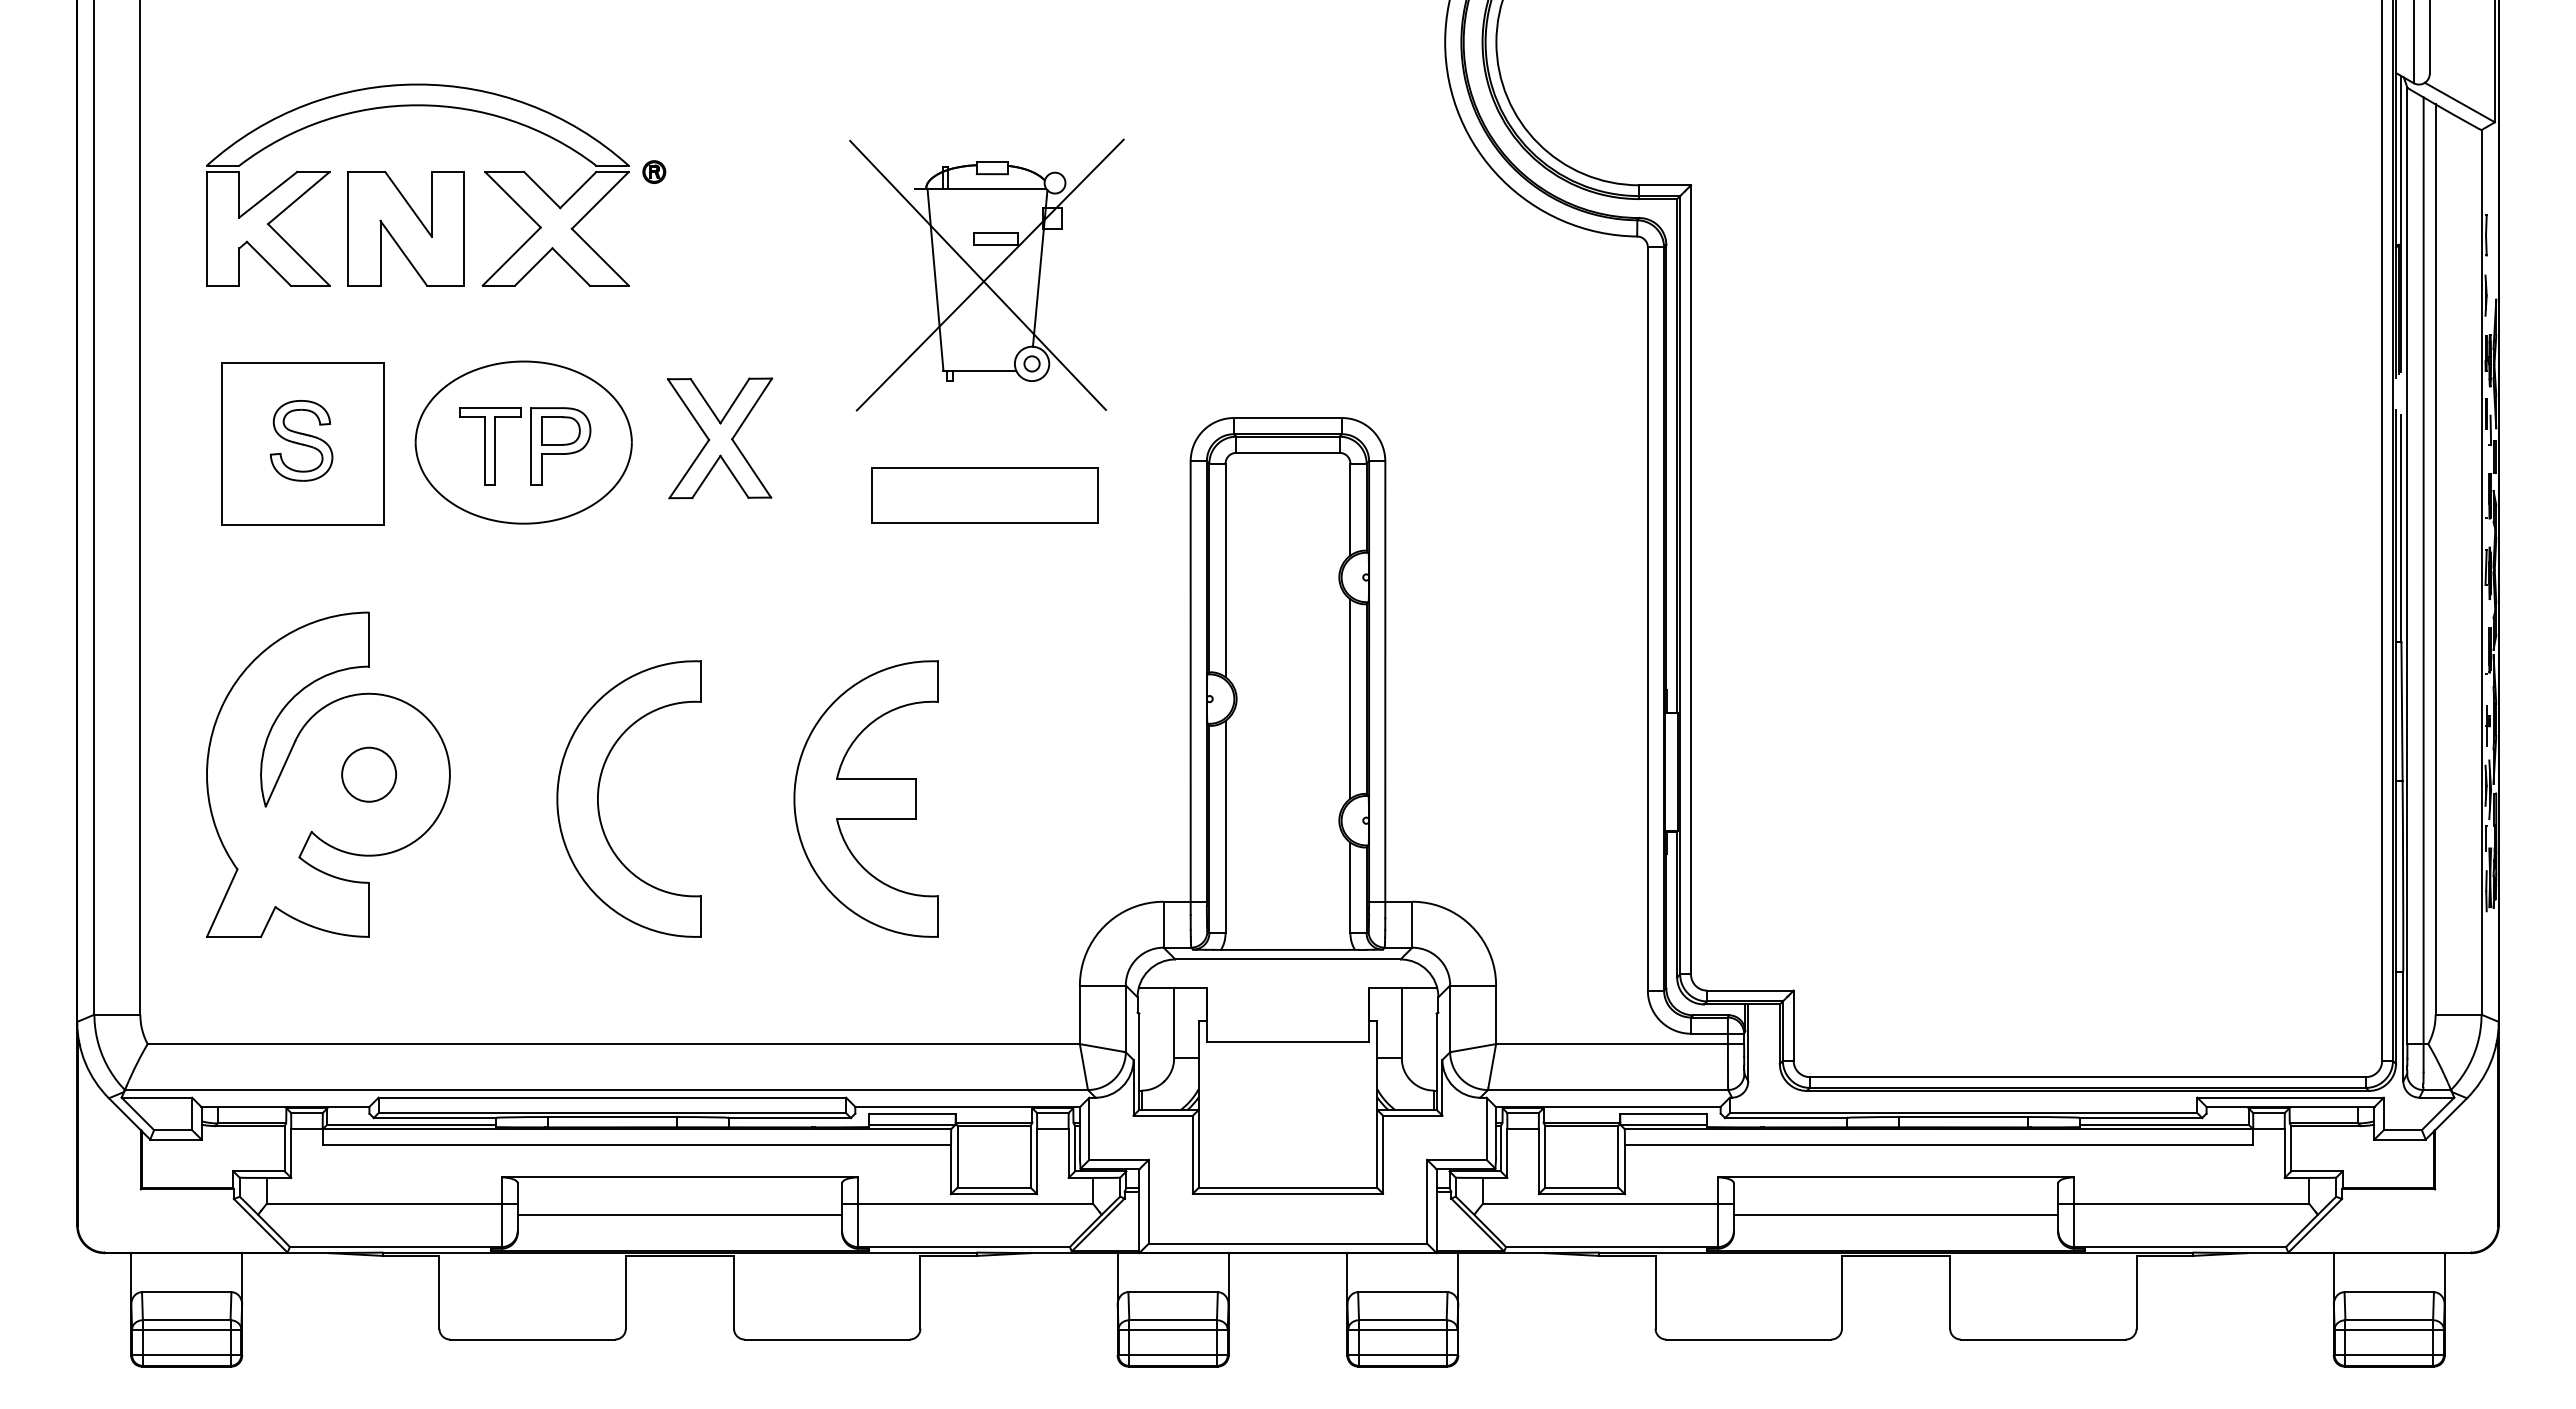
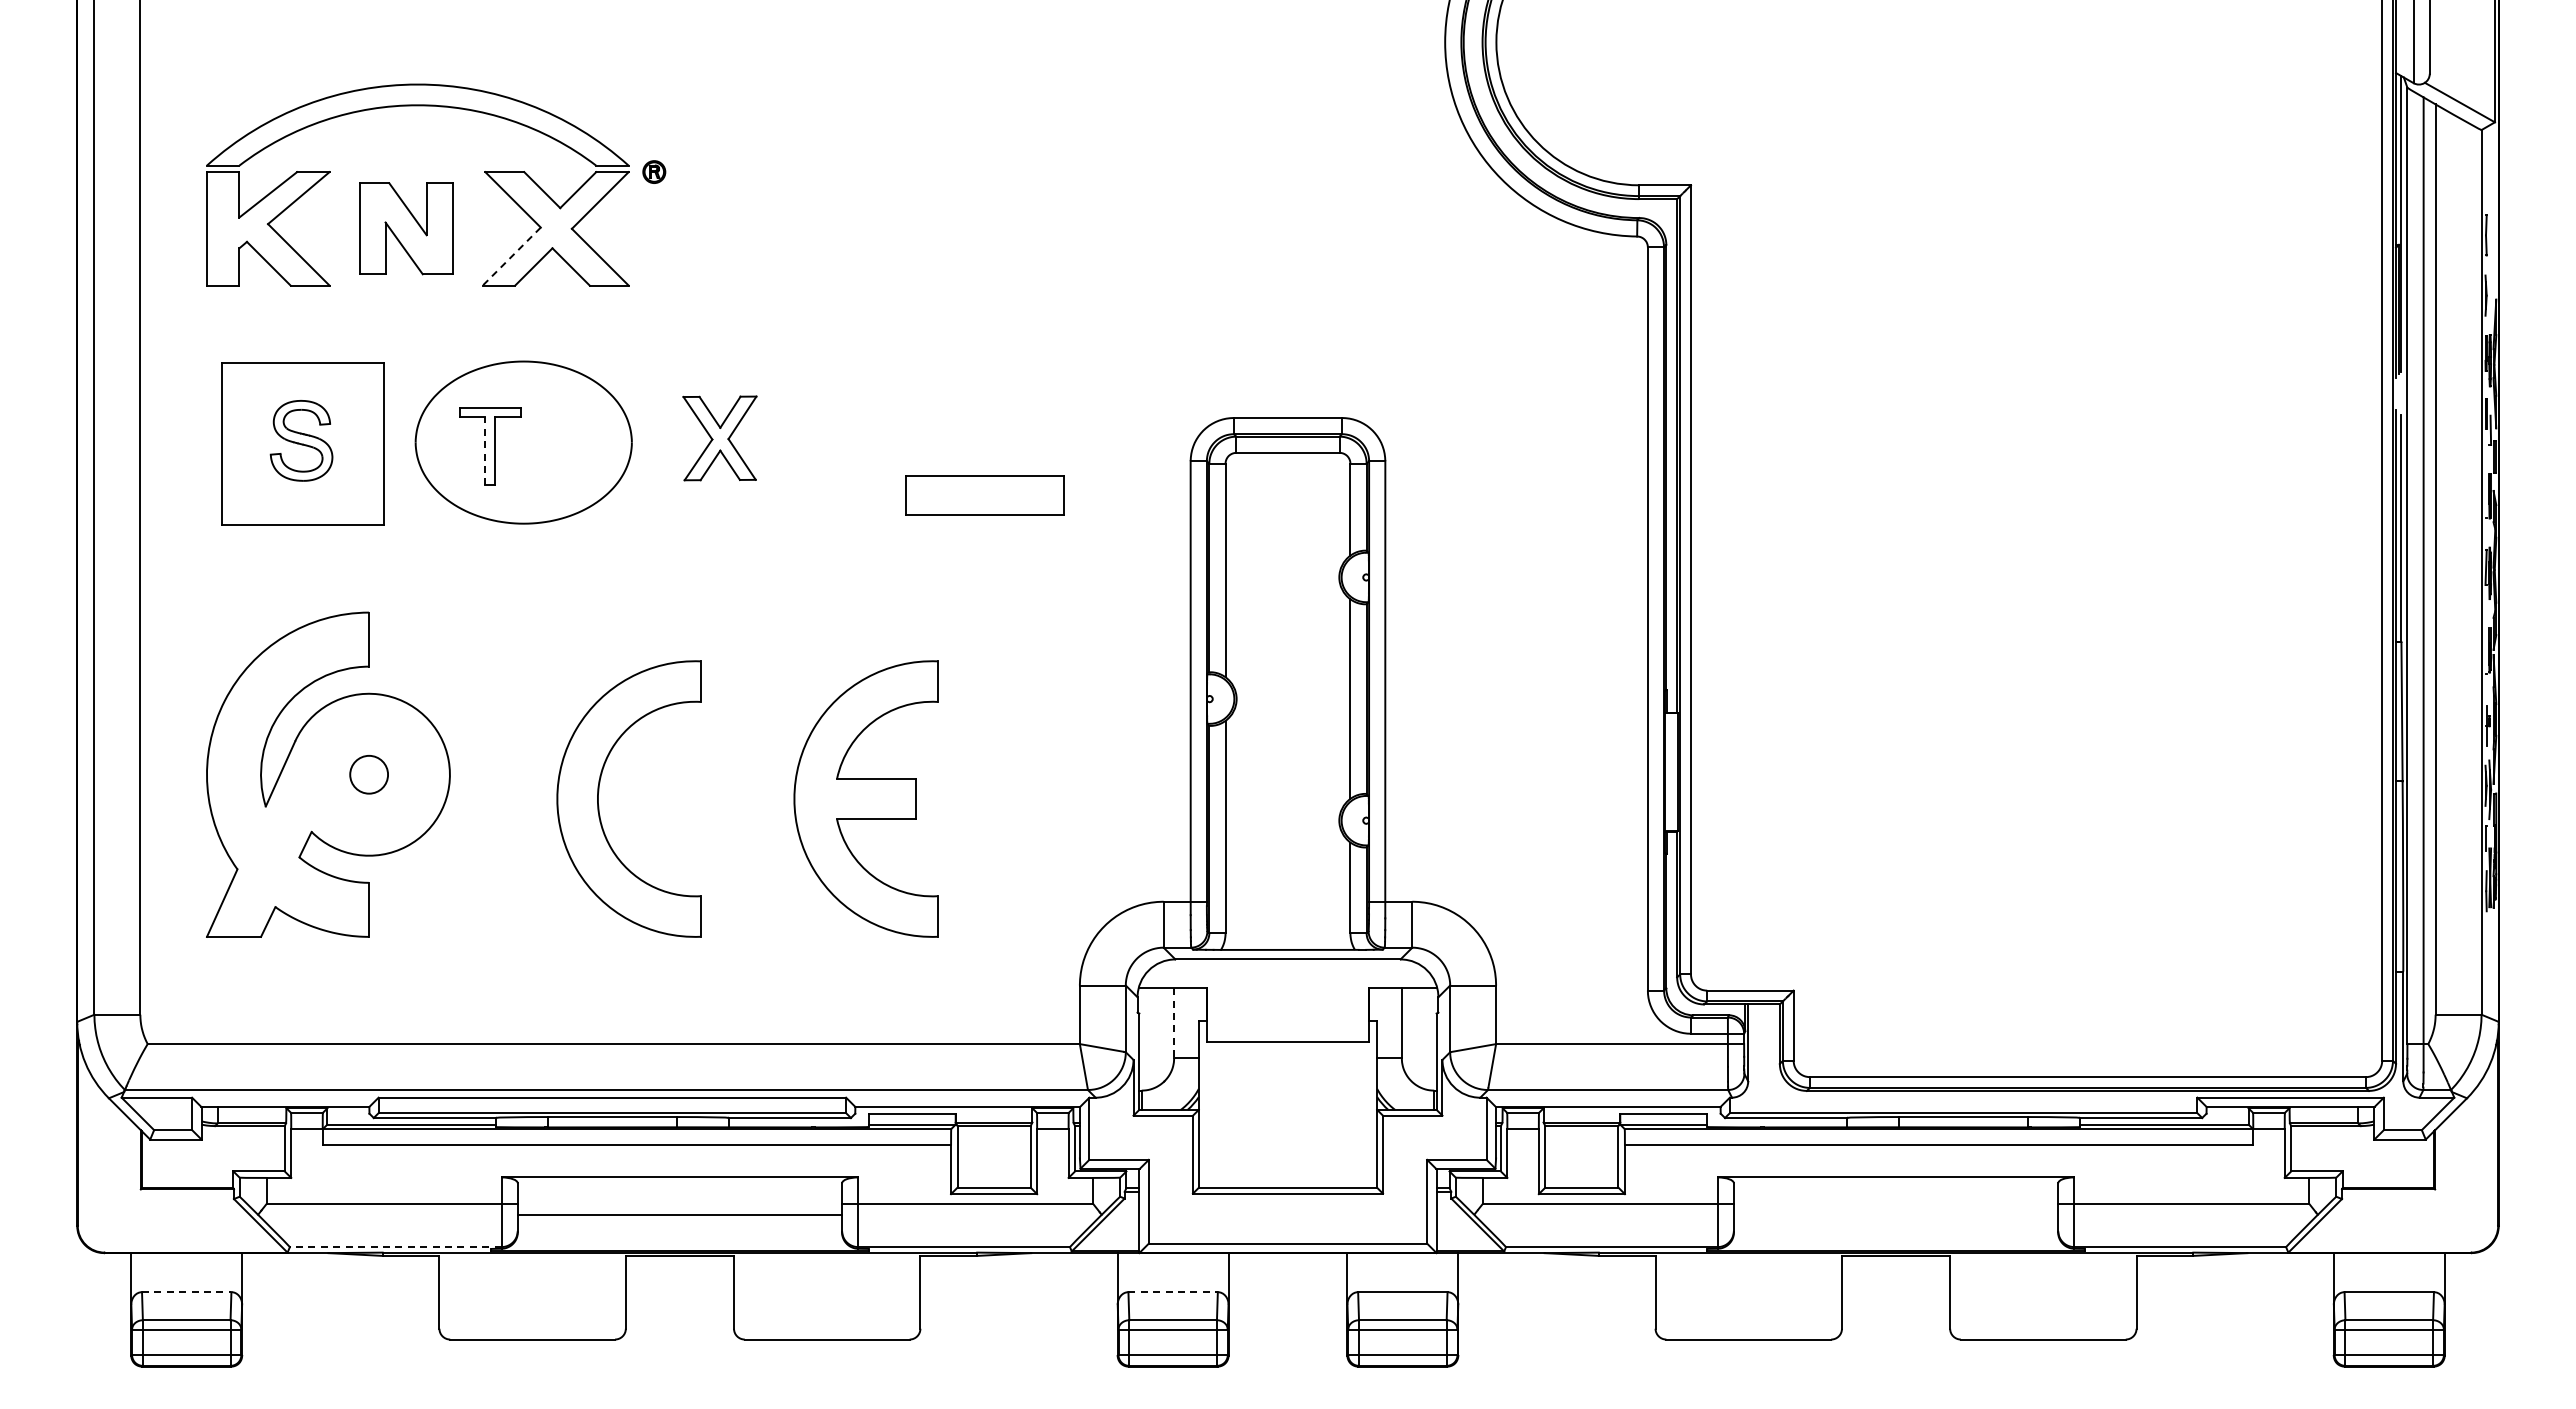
part at (405, 228) size: 118x116 px -> 95x94 px
line at (511, 256): solid -> dashed
part at (986, 274): present -> none
part at (719, 438) size: 108x123 px -> 76x87 px
part at (560, 446): present -> none
line at (485, 450): solid -> dashed
part at (984, 495) size: 228x57 px -> 160x41 px
circle at (369, 774) diameter: 54 px -> 38 px
line at (1174, 1023): solid -> dashed
line at (1895, 1215): present -> none
line at (395, 1247): solid -> dashed
line at (186, 1292): solid -> dashed
line at (1173, 1292): solid -> dashed
